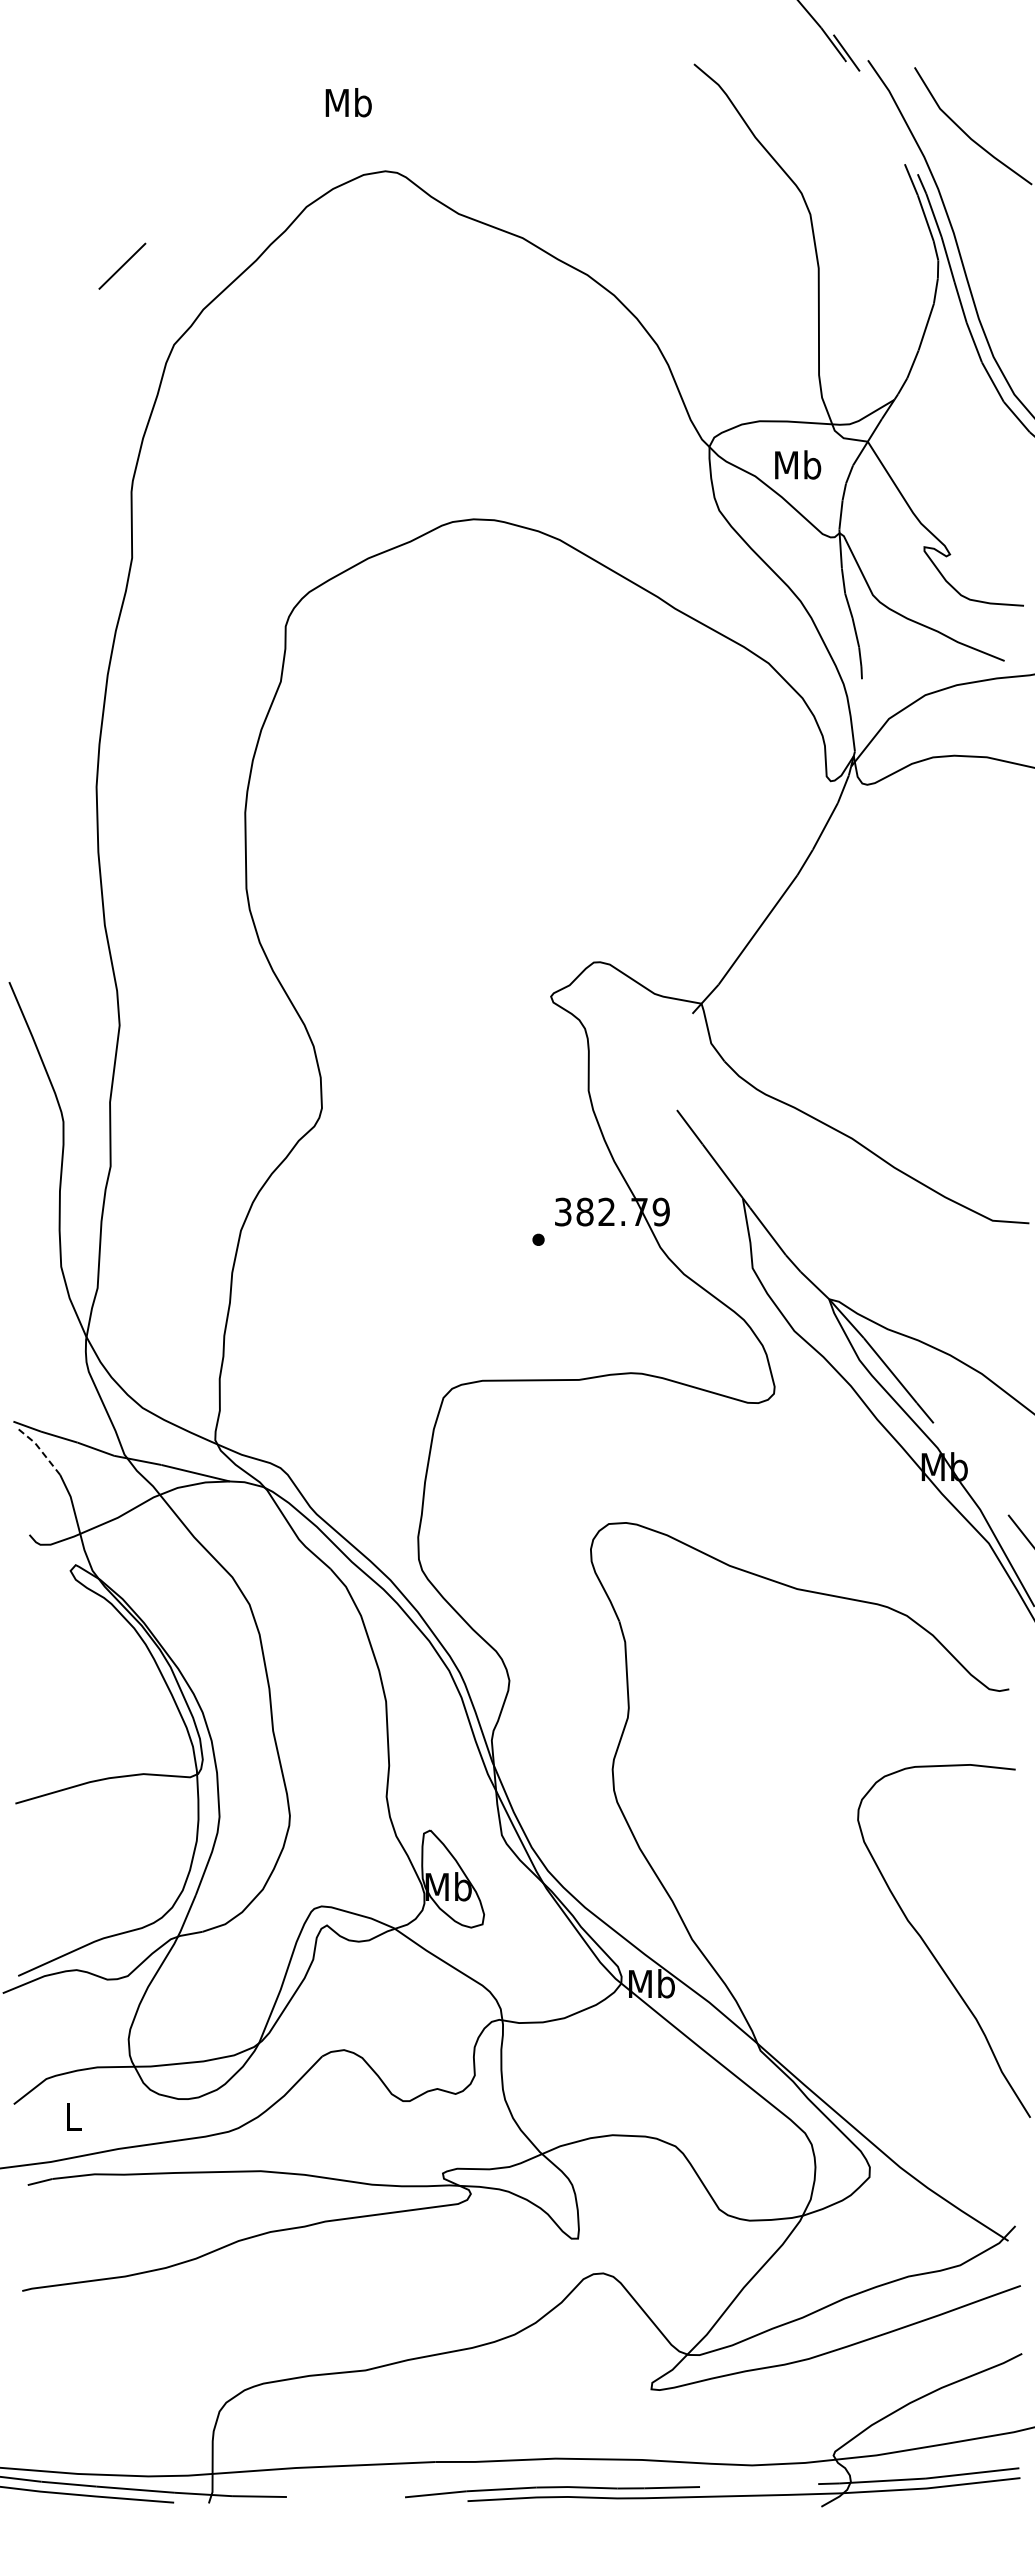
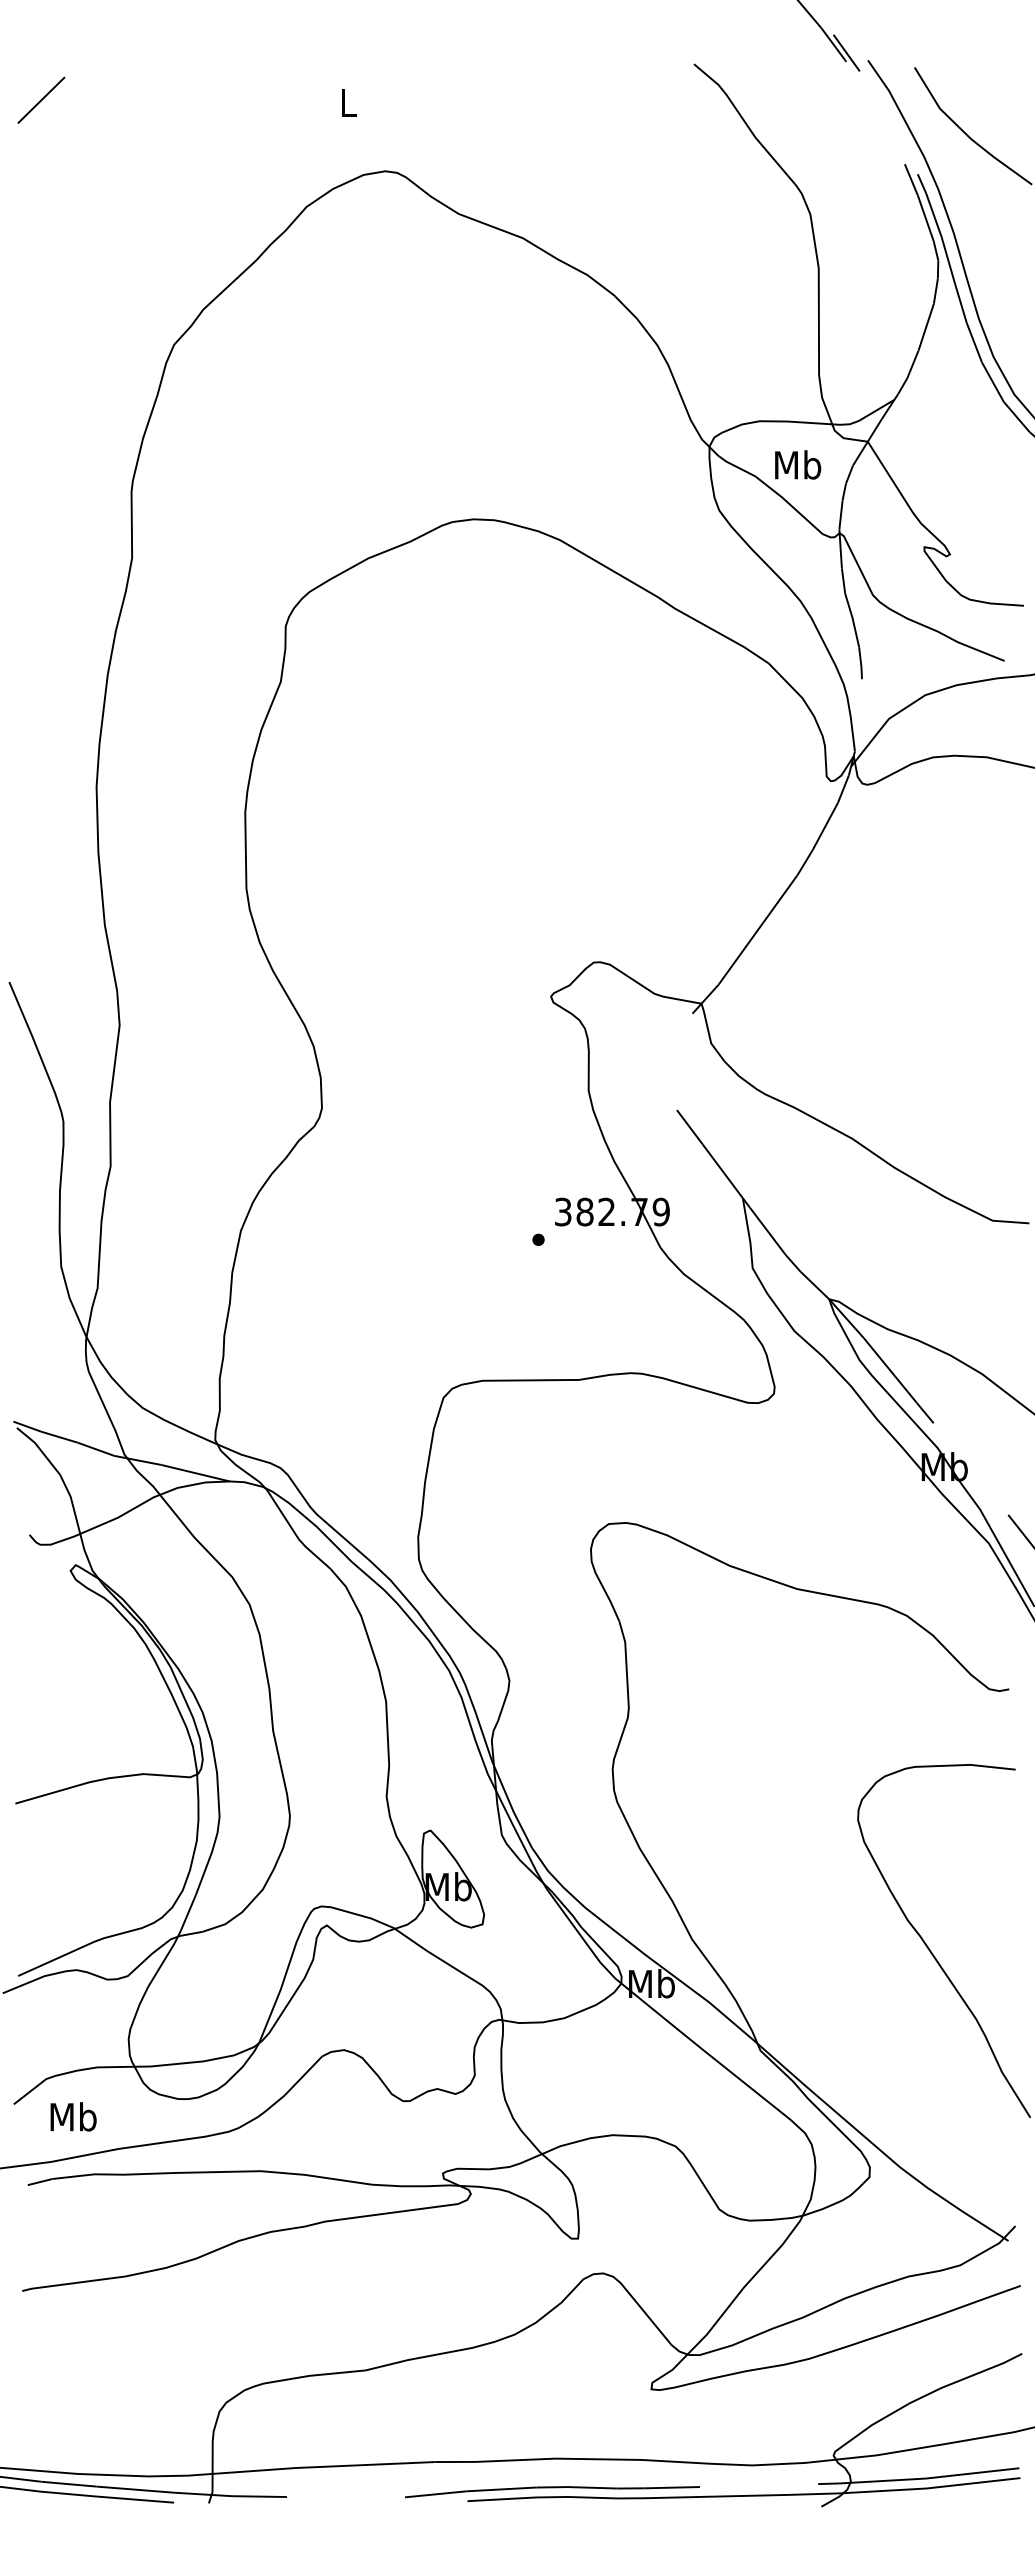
text at (348, 102): Mb -> L
line at (122, 265) position: (122, 265) -> (41, 99)
line at (39, 1449): dashed -> solid
text at (73, 2116): L -> Mb
